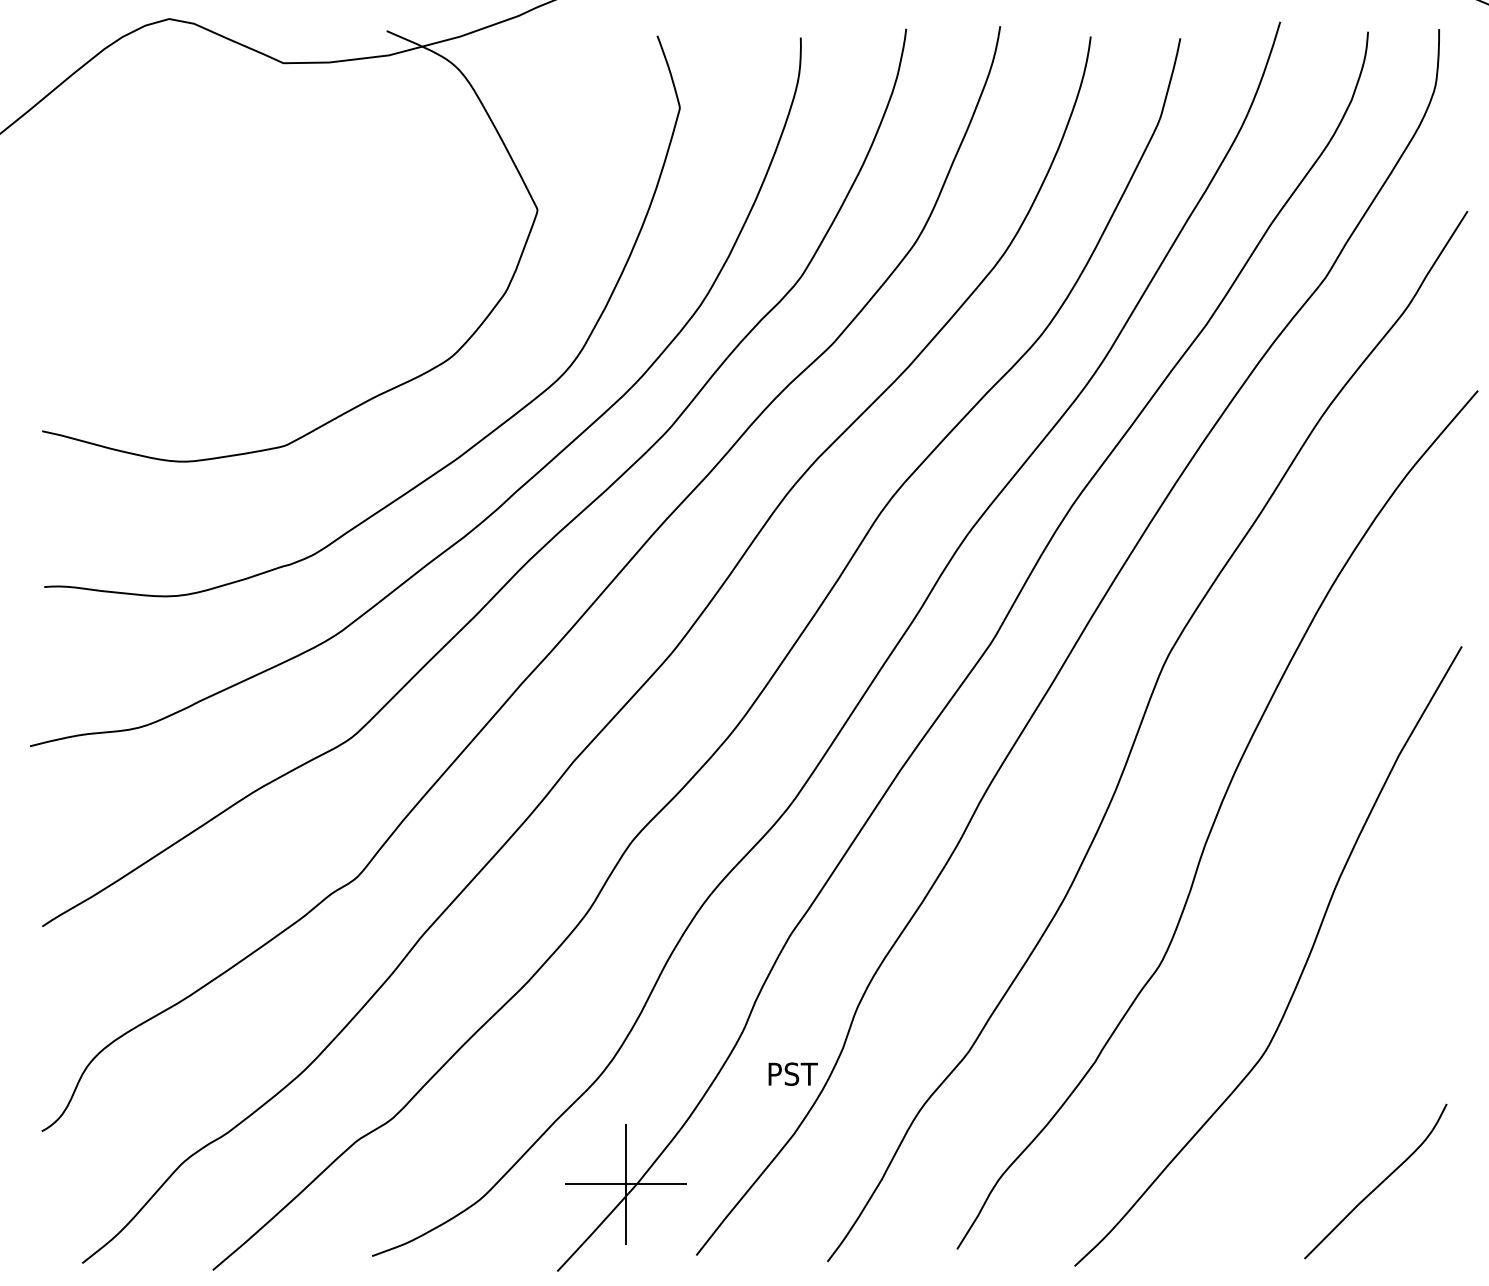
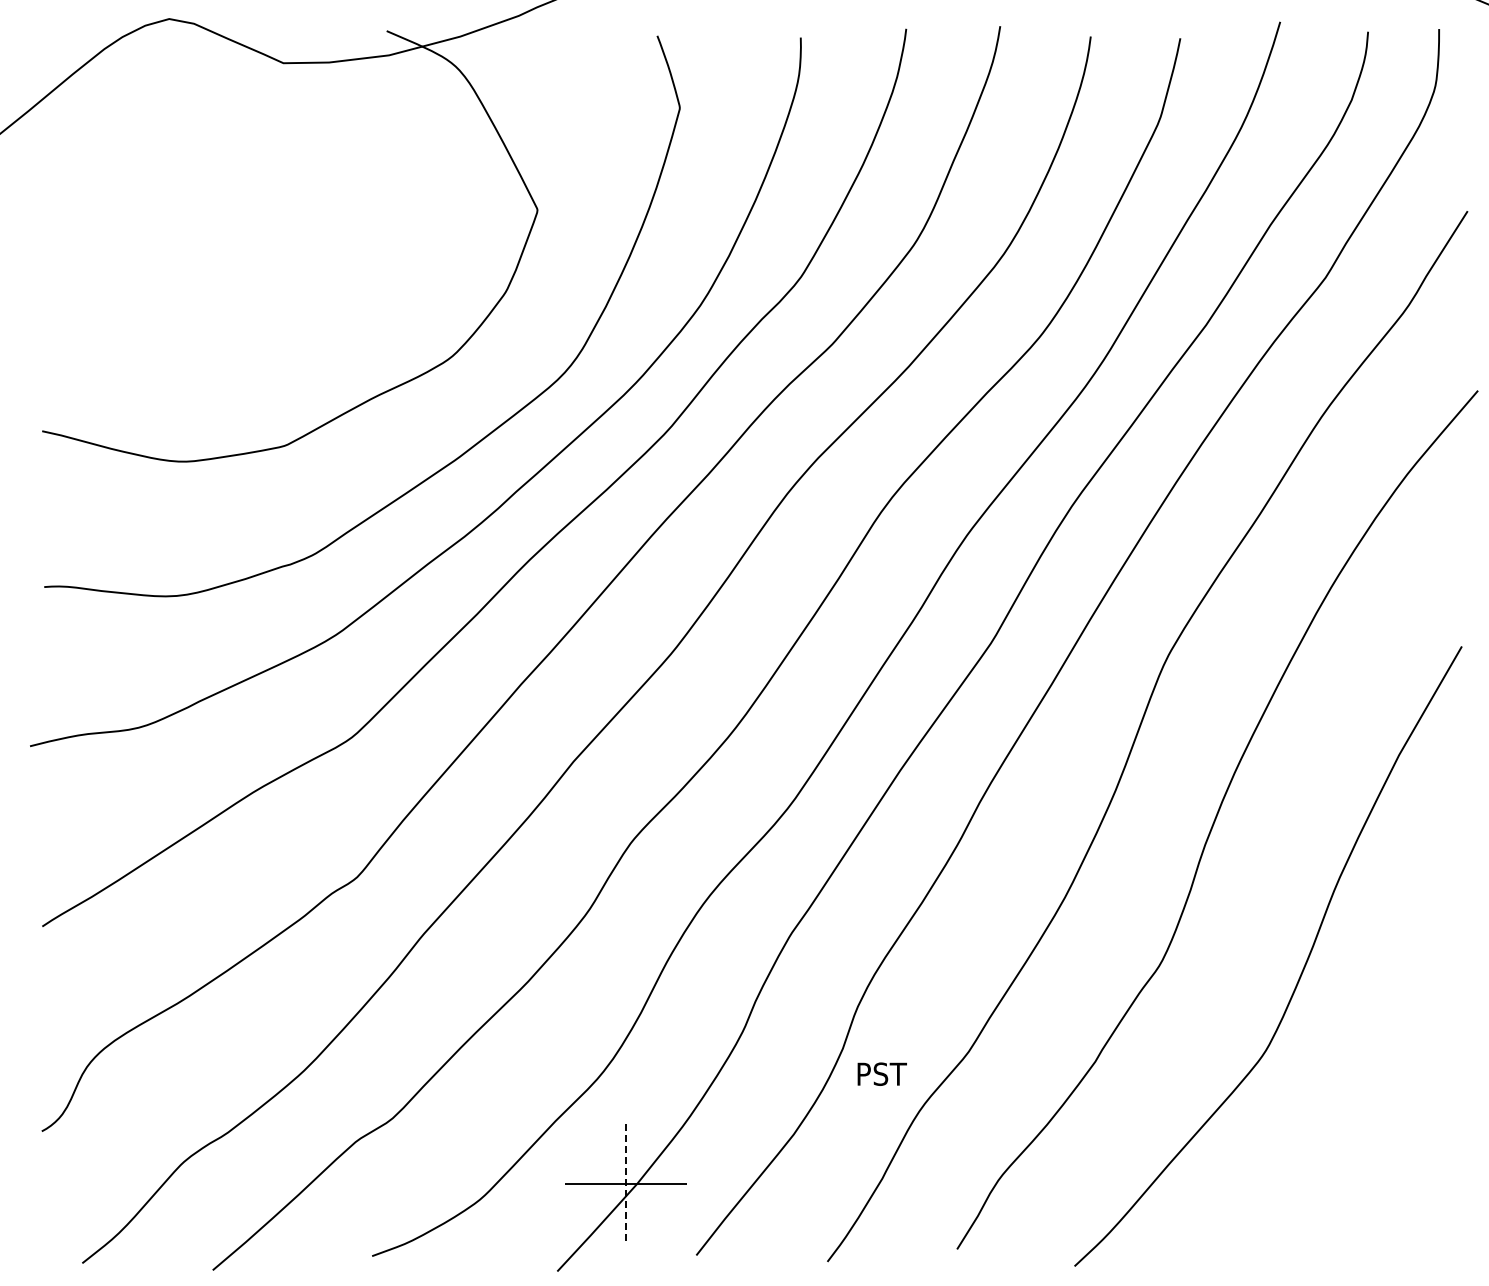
text at (792, 1073) position: (792, 1073) -> (881, 1073)
line at (625, 1184): solid -> dashed
curve at (1378, 1184): present -> none
